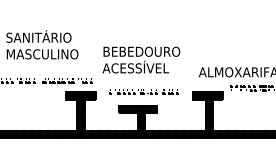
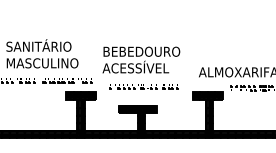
text at (42, 44) position: (42, 44) -> (42, 53)
part at (143, 91) position: (143, 91) -> (143, 86)
